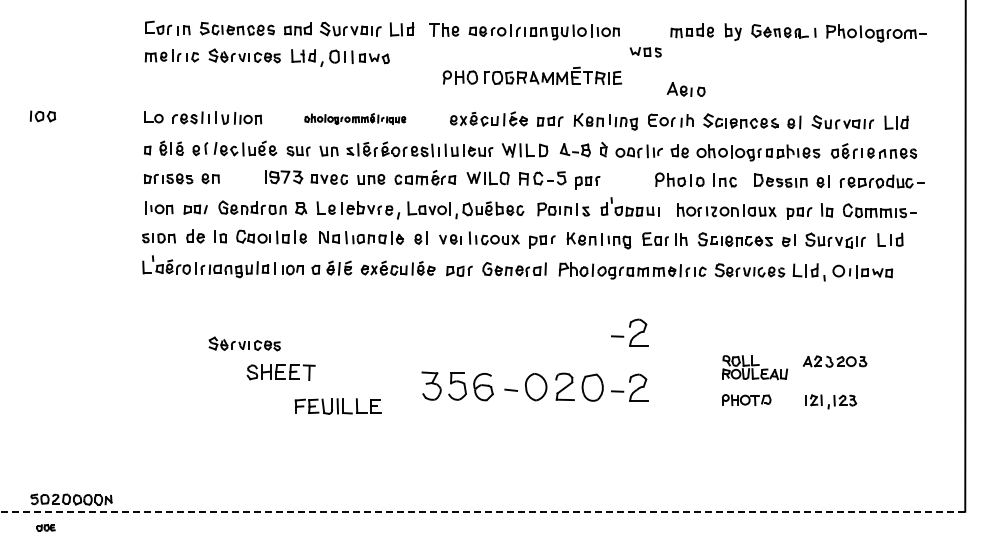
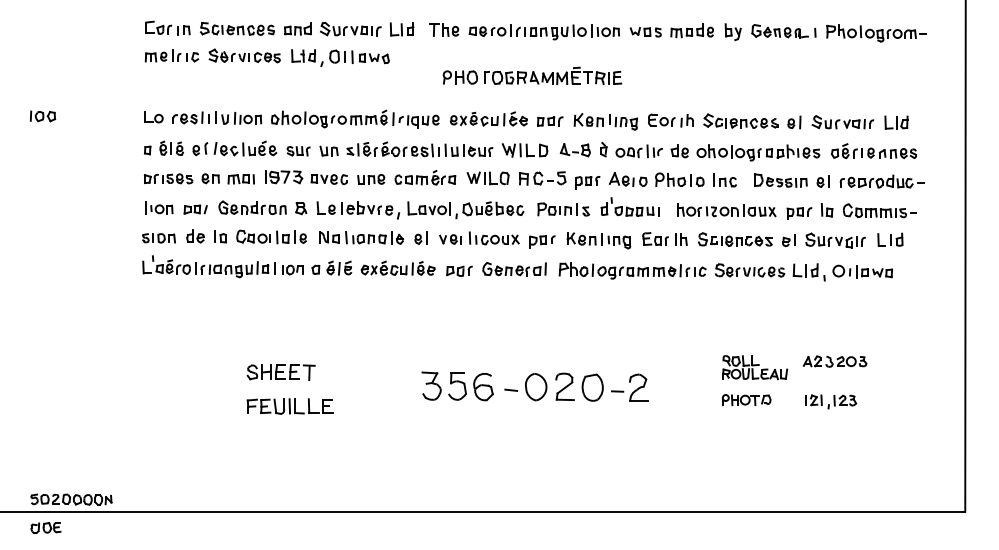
part at (645, 52) position: (645, 52) -> (645, 32)
part at (685, 89) position: (685, 89) -> (627, 179)
part at (355, 118) size: 103x12 px -> 169x20 px
part at (240, 179): none -> present
part at (629, 332): present -> none
part at (244, 343): present -> none
part at (337, 406) position: (337, 406) -> (289, 406)
line at (482, 511): dashed -> solid
part at (45, 527) size: 20x8 px -> 32x12 px
